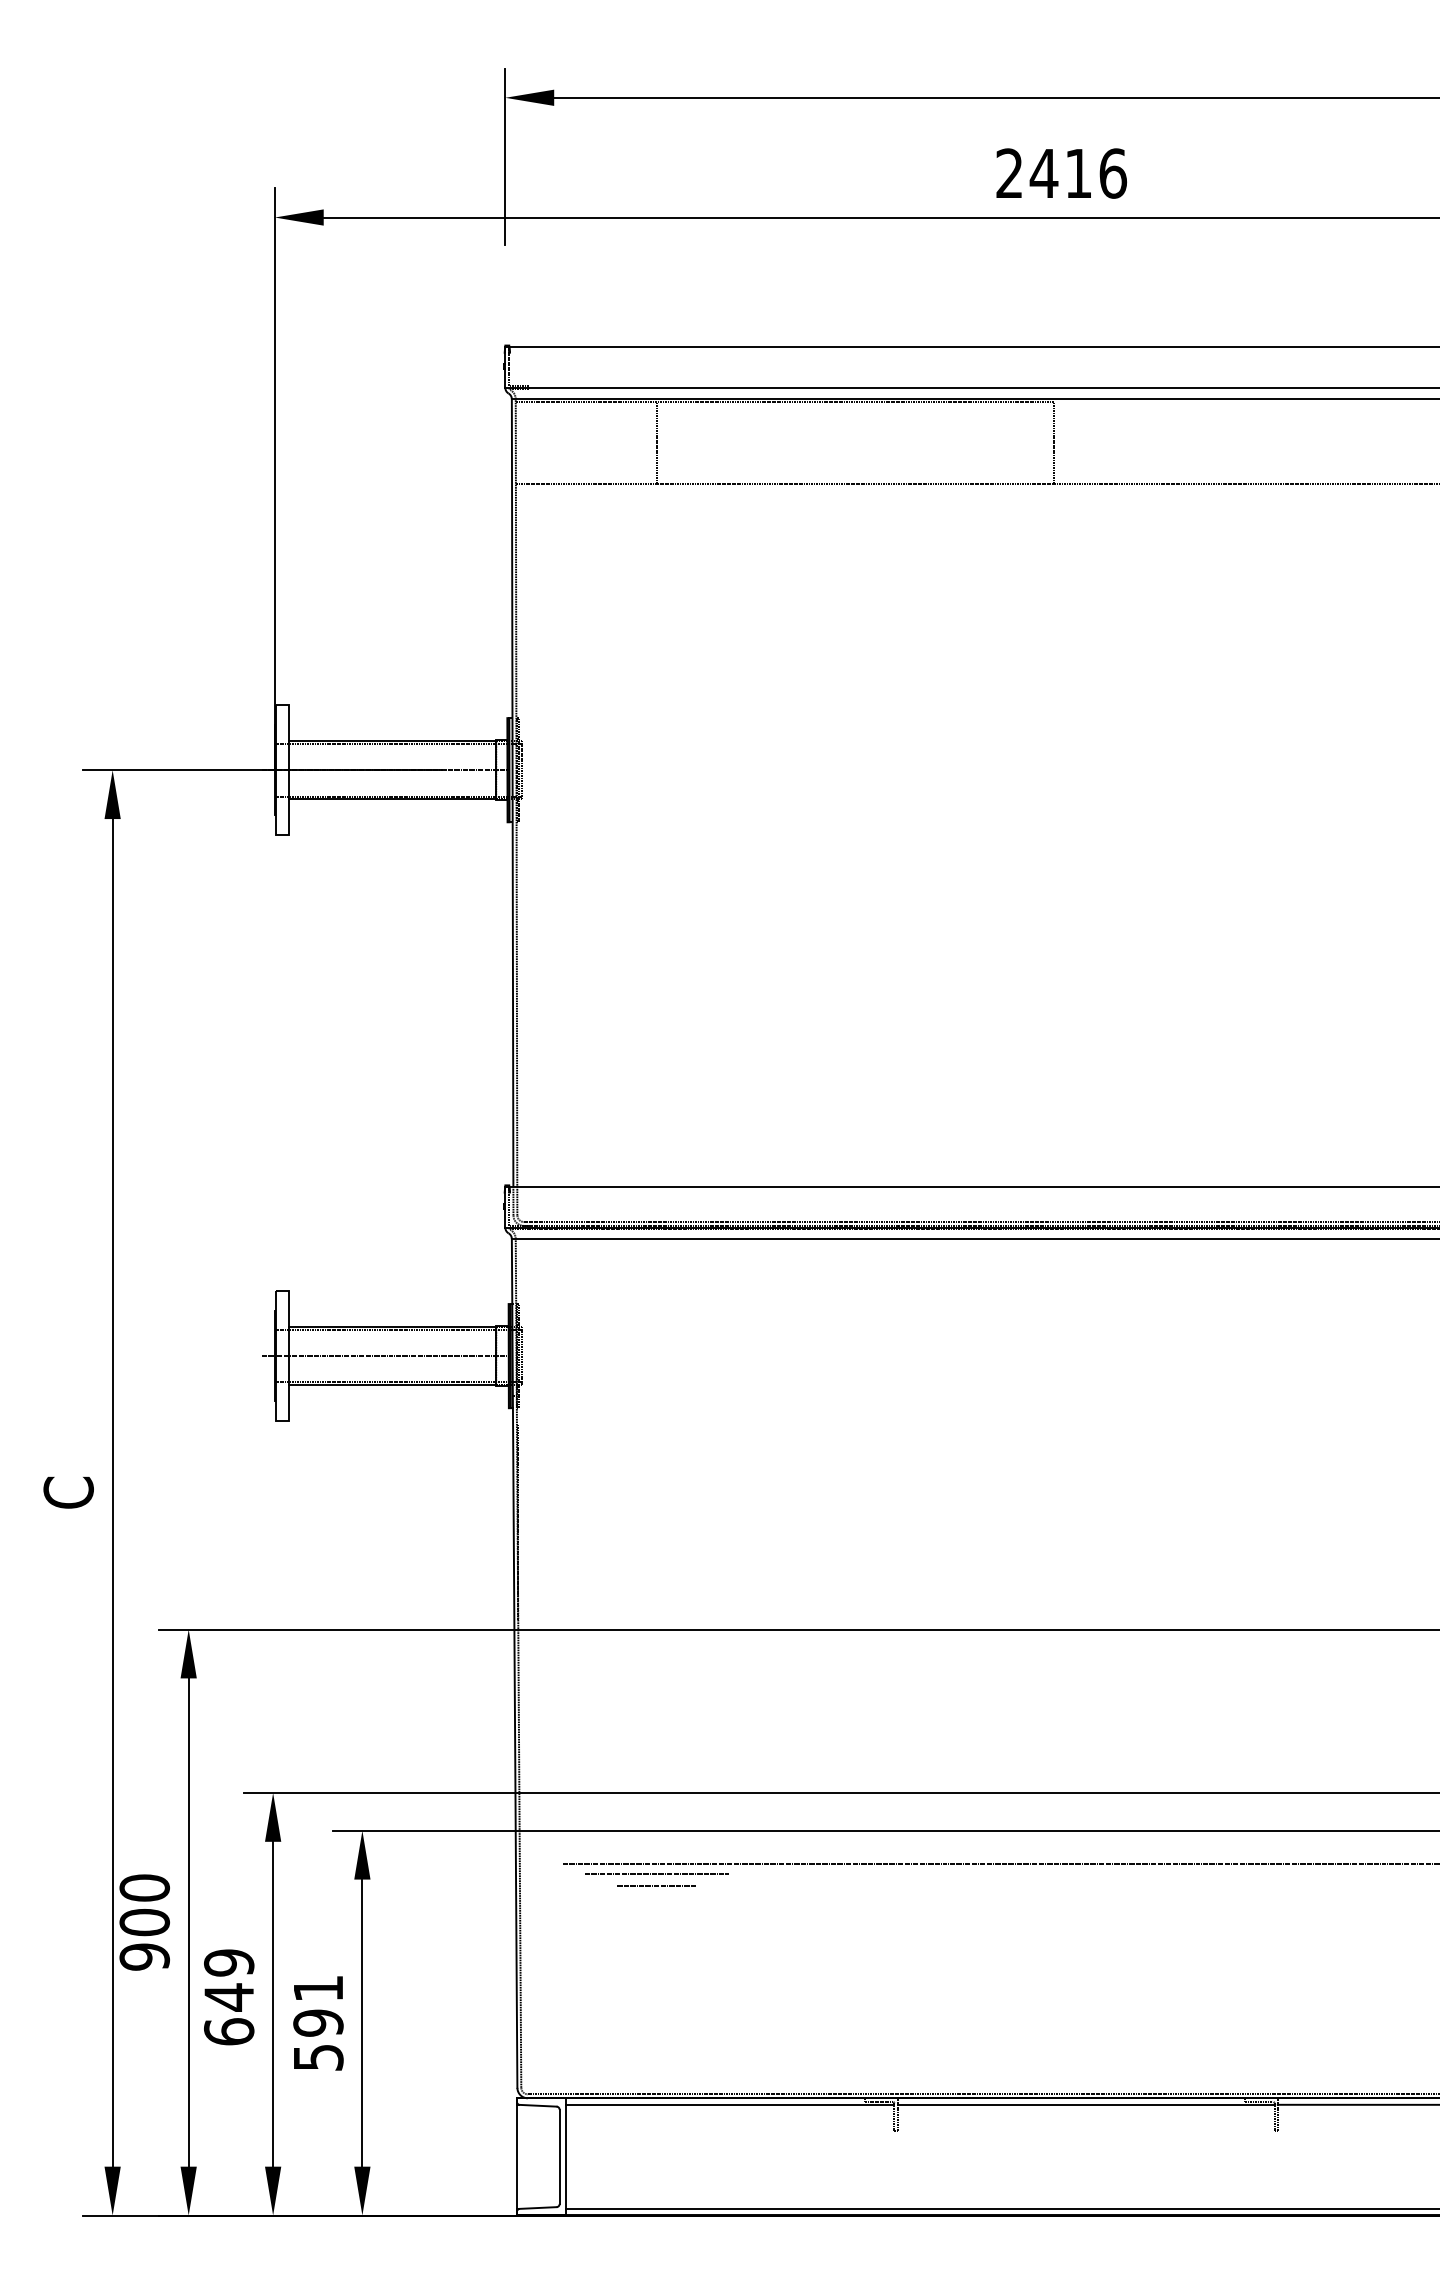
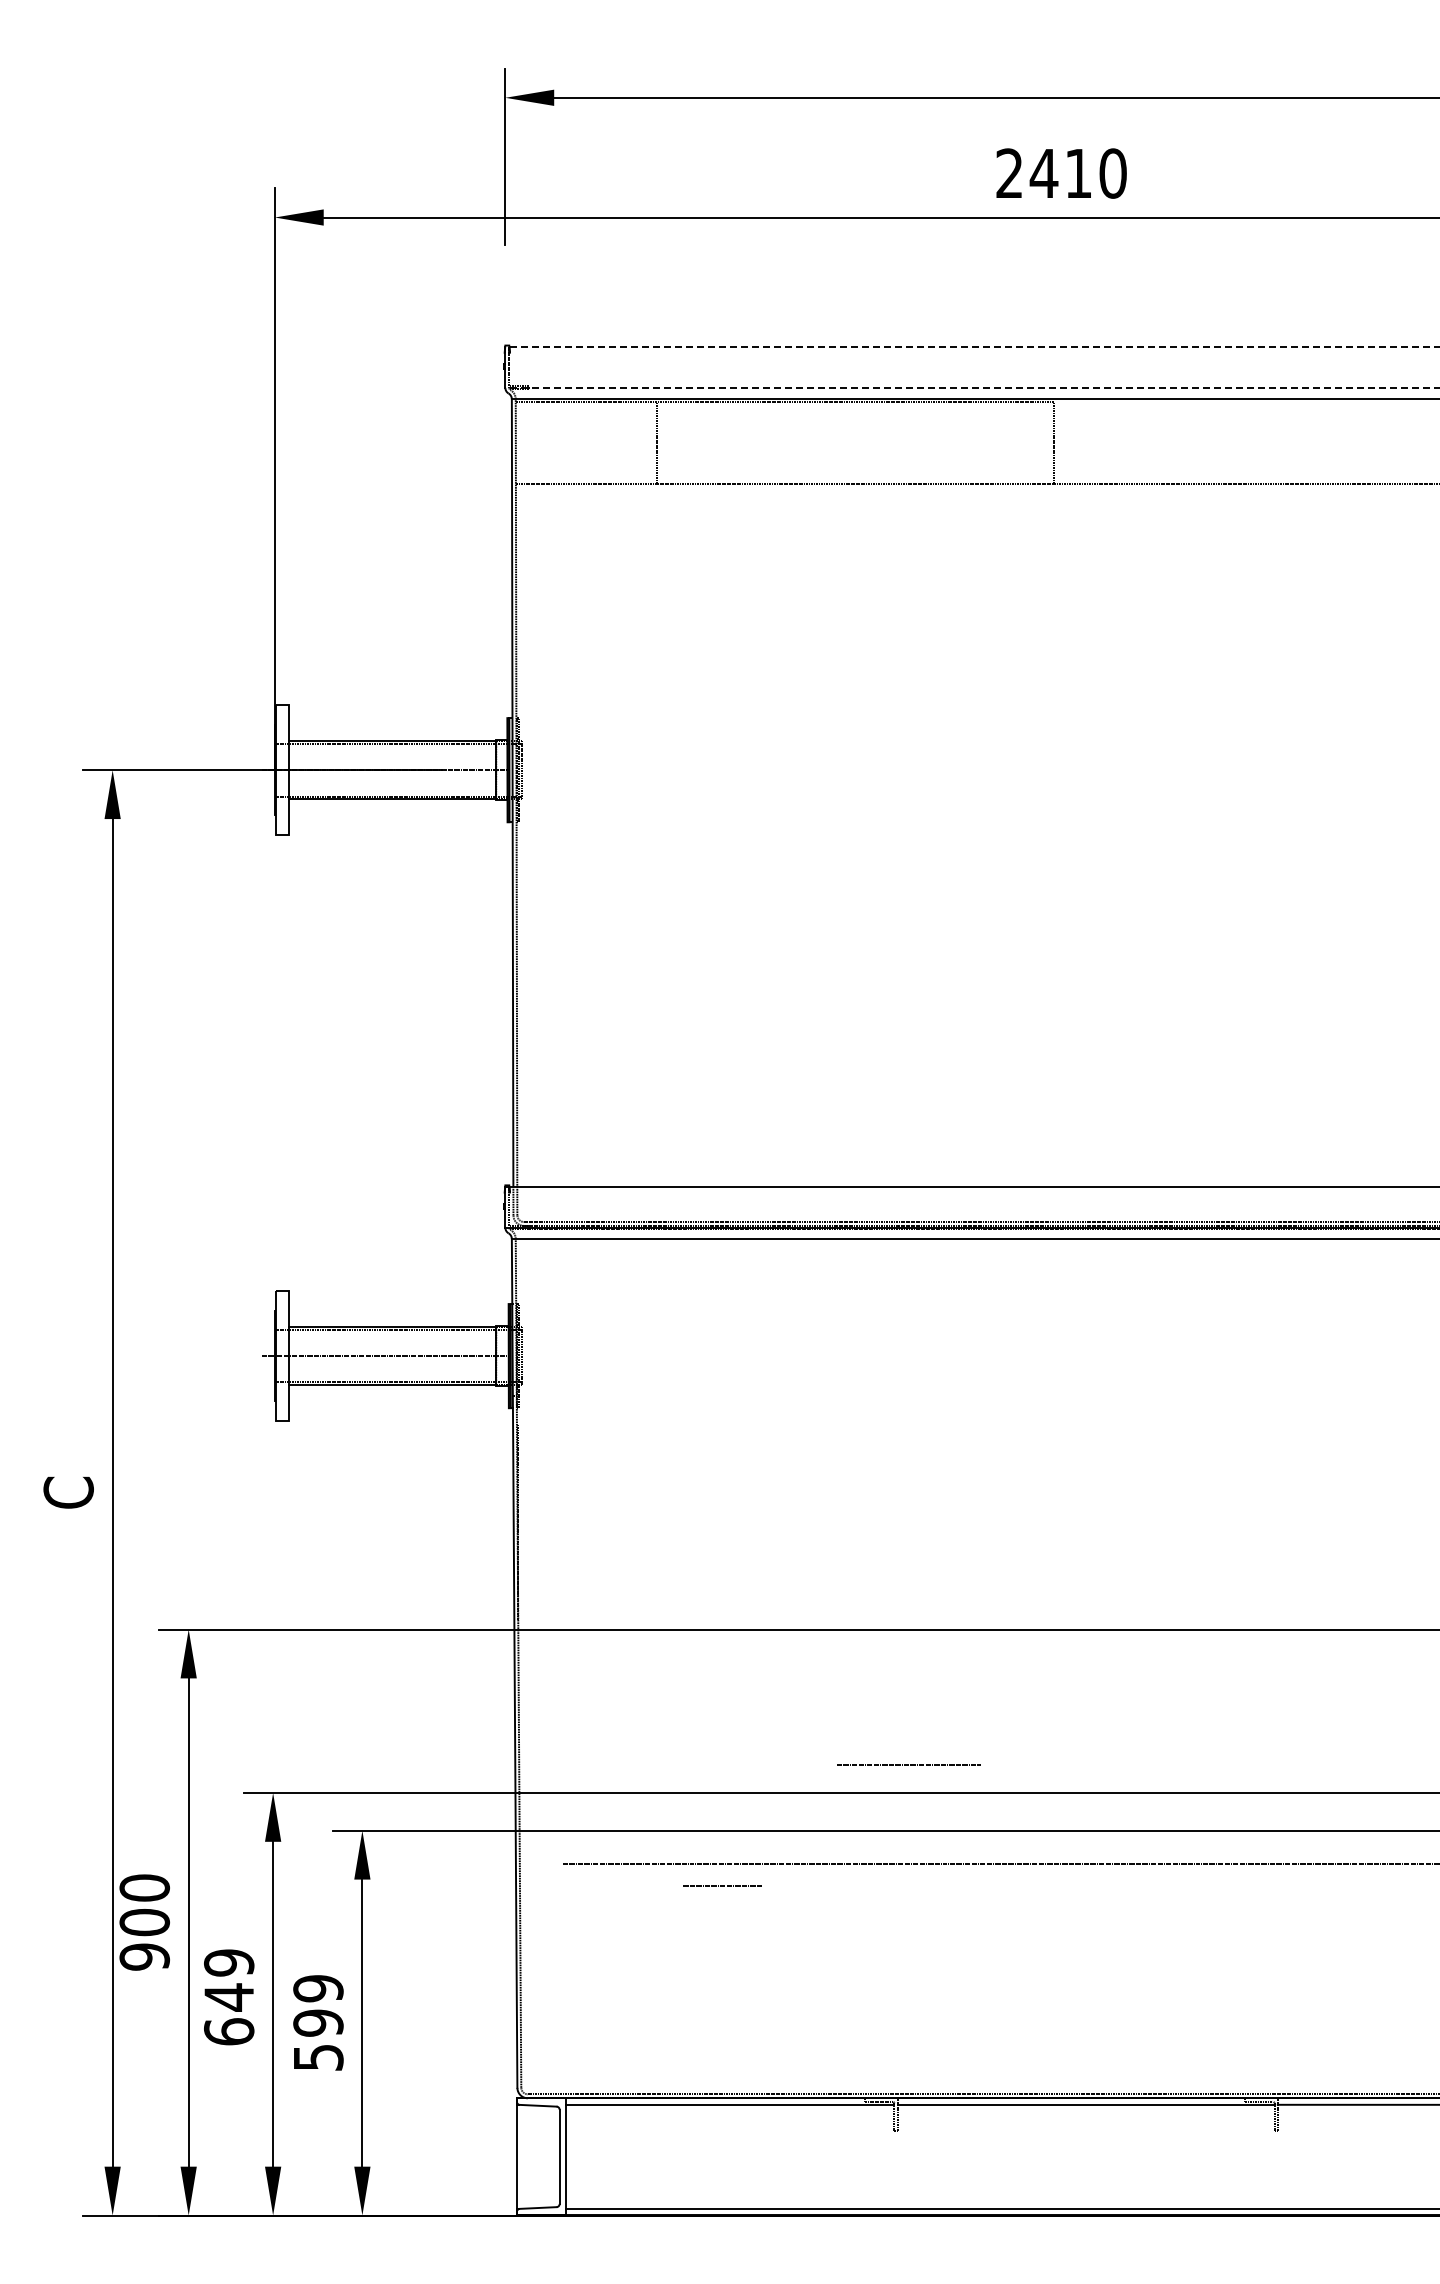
text at (1113, 173): 2416 -> 2410
line at (972, 347): solid -> dashed
line at (972, 387): solid -> dashed
line at (656, 1873) position: (656, 1873) -> (908, 1764)
line at (656, 1885) position: (656, 1885) -> (722, 1885)
text at (318, 1988): 591 -> 599
